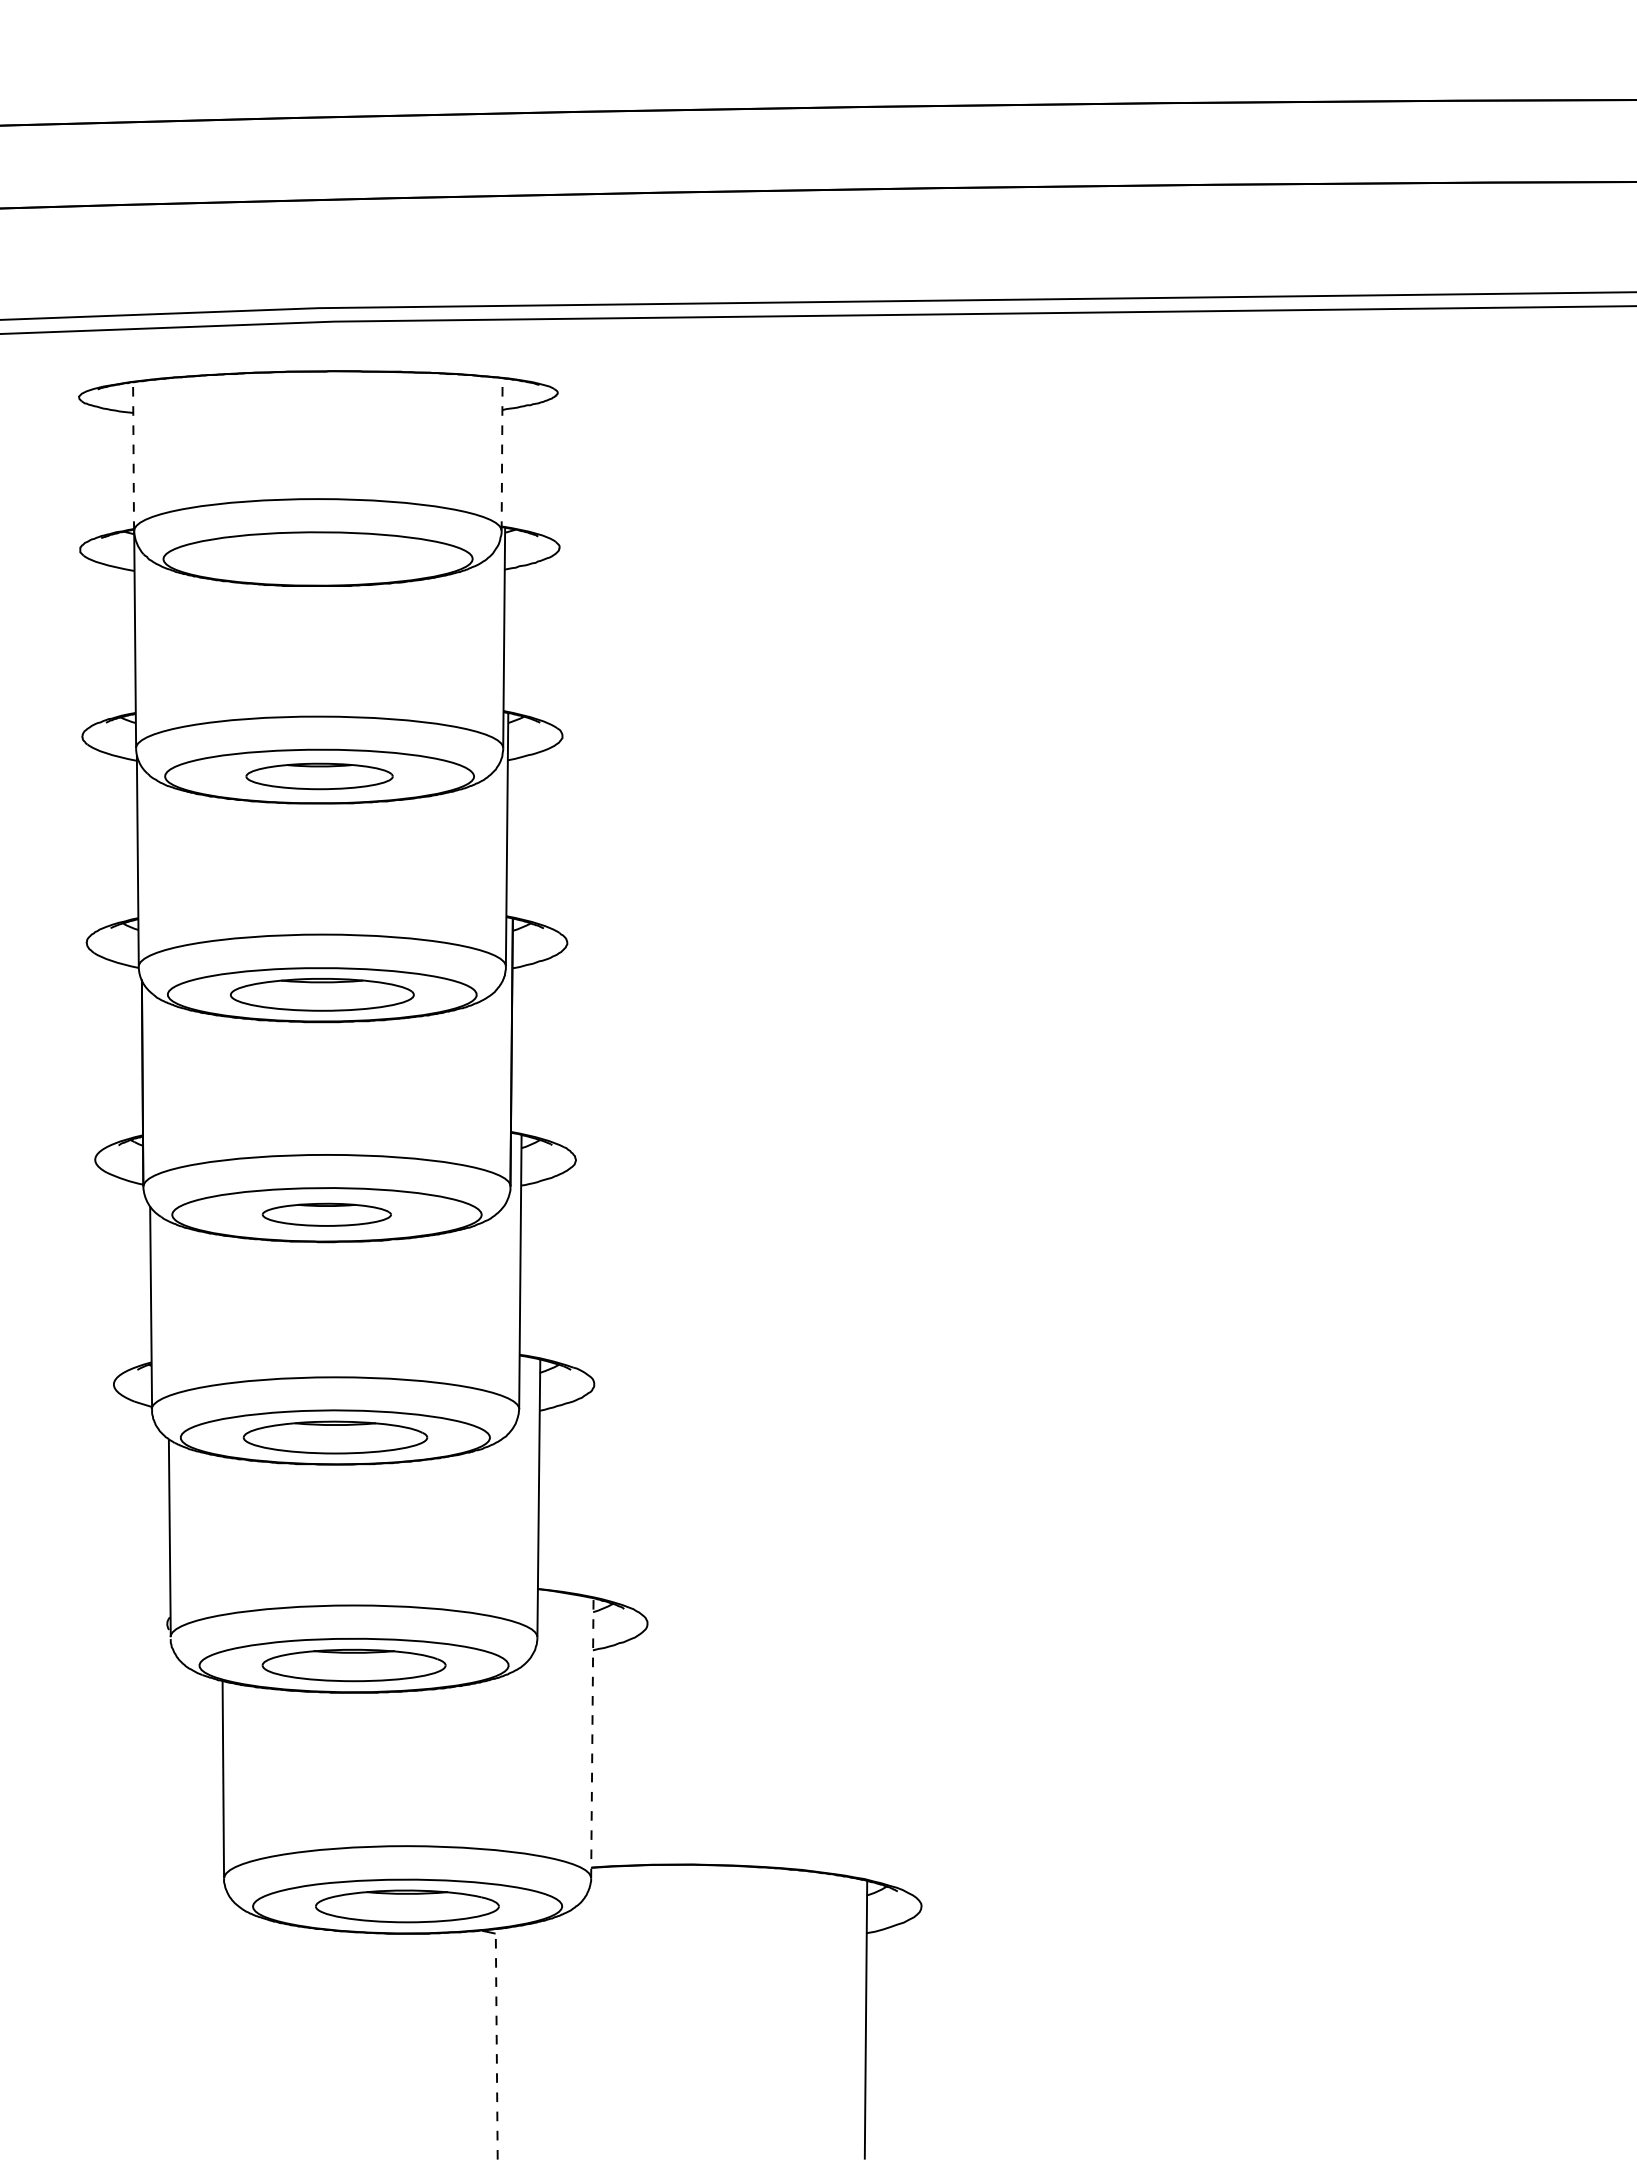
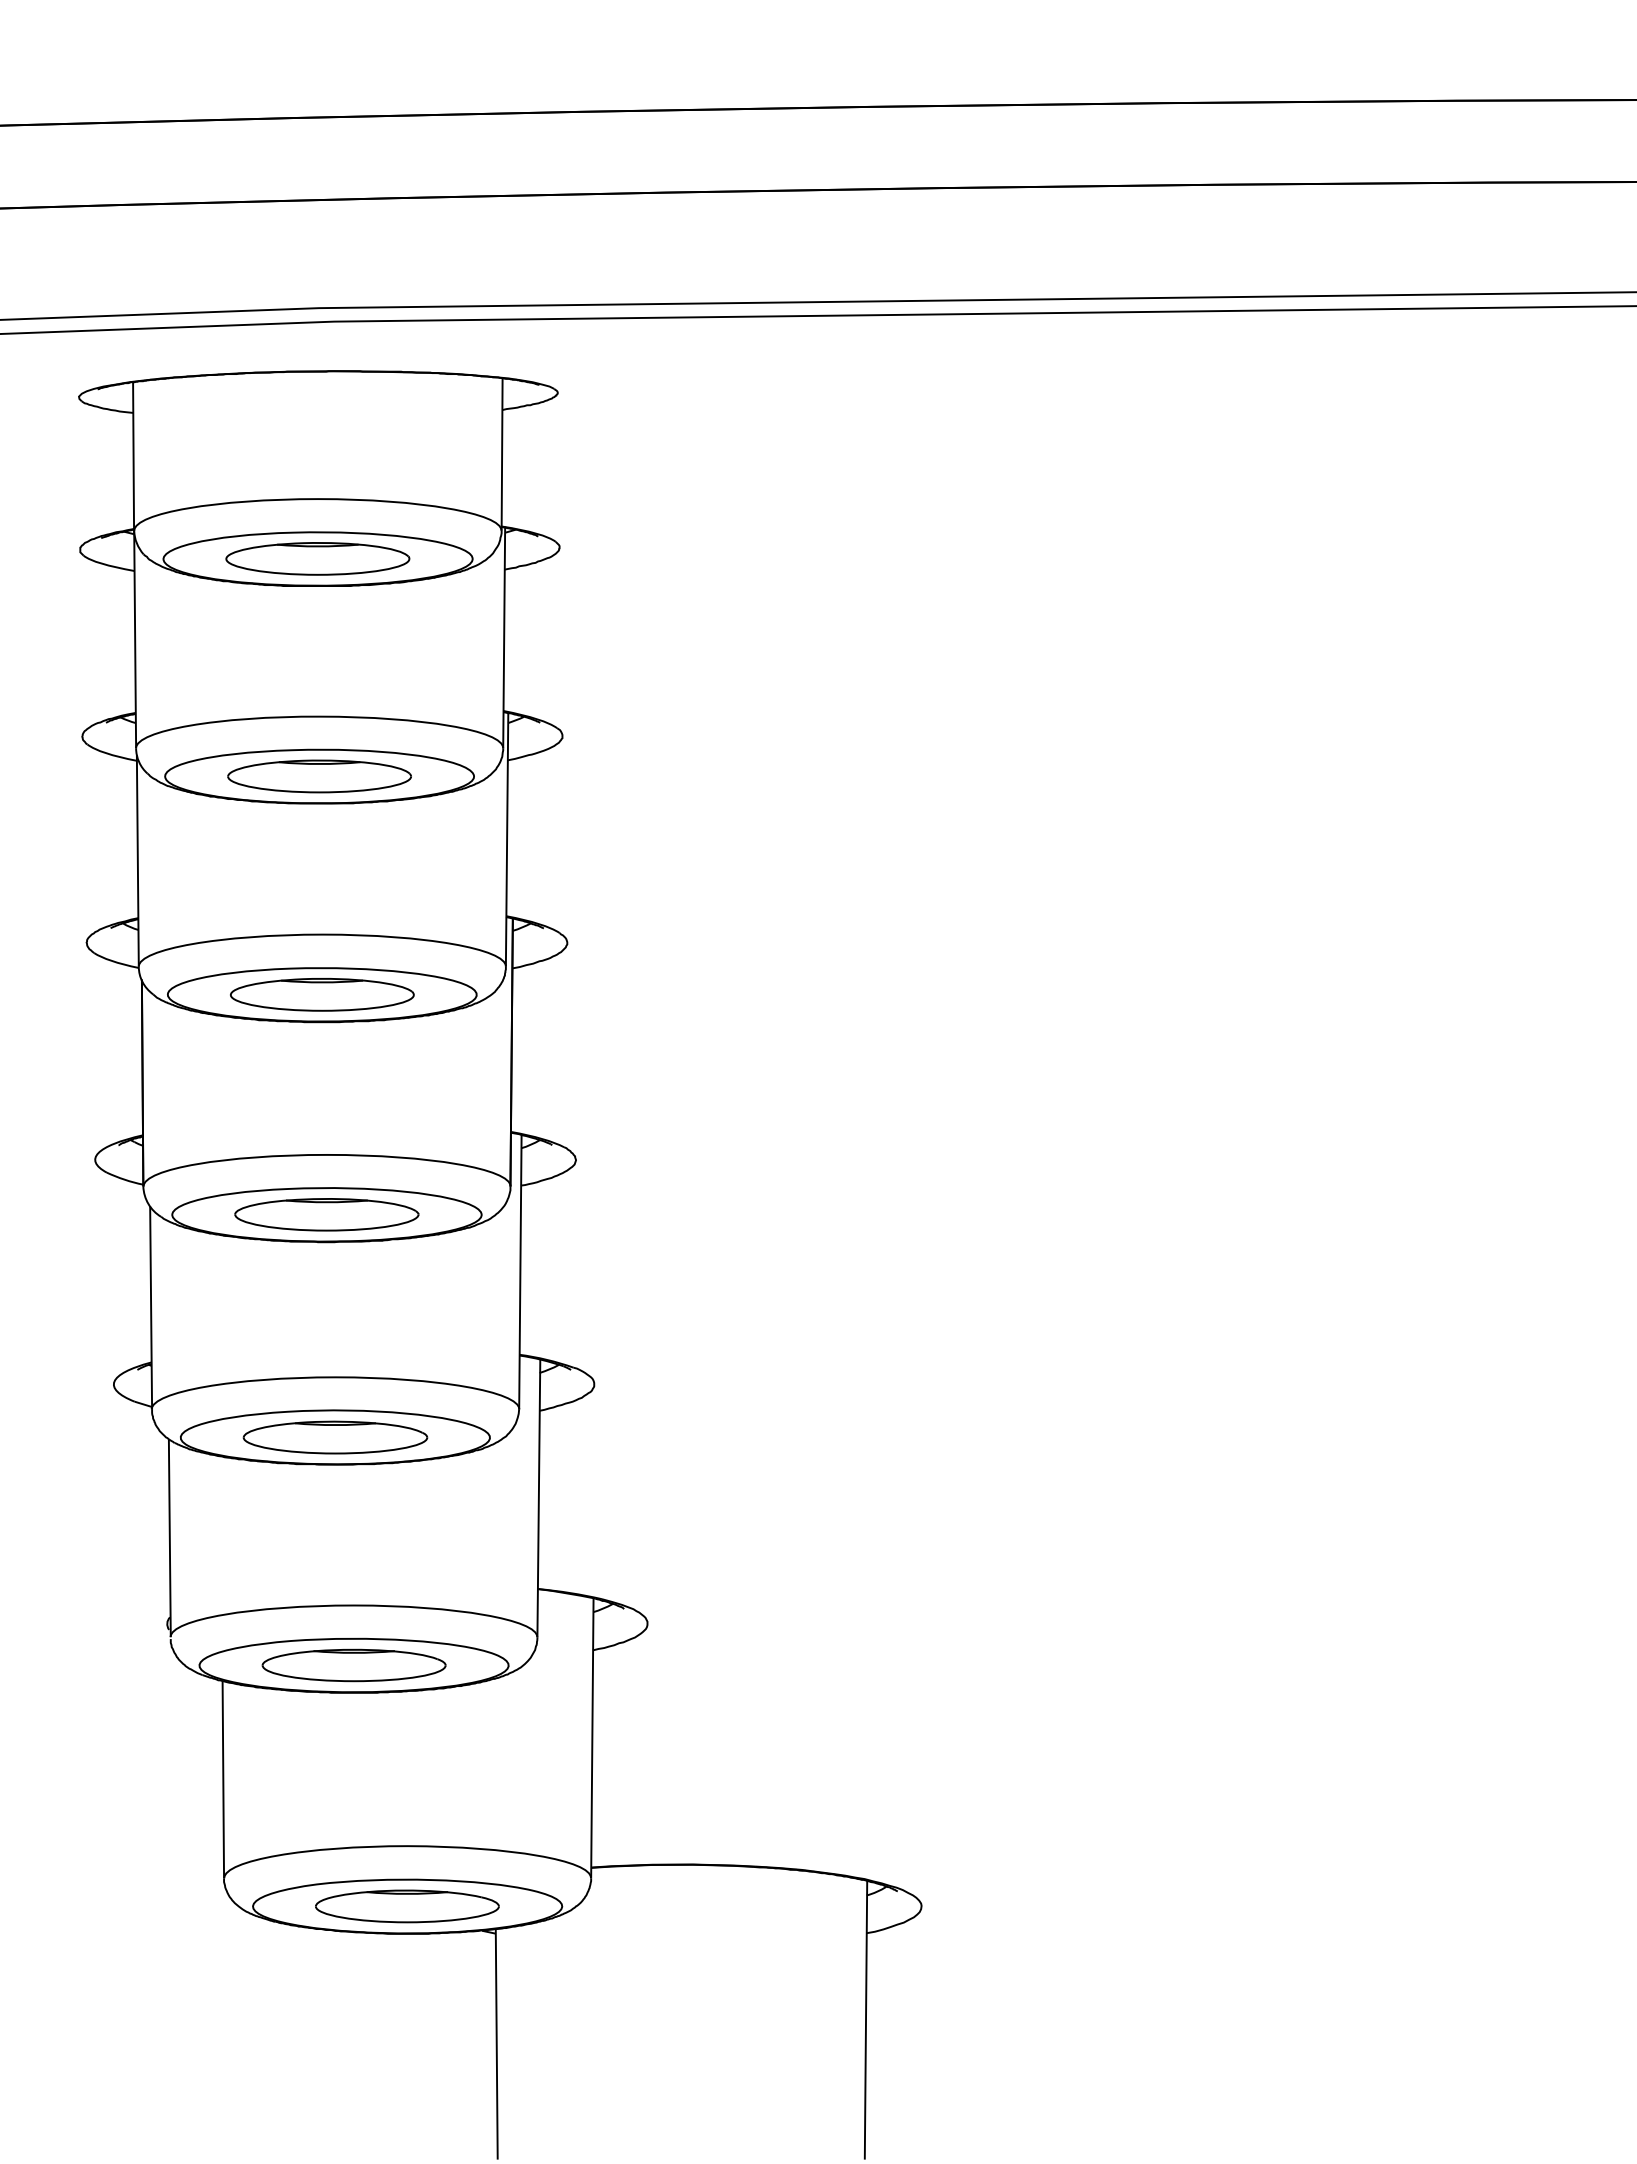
line at (502, 454): dashed -> solid
line at (133, 456): dashed -> solid
part at (317, 558): none -> present
part at (319, 776) size: 149x29 px -> 185x35 px
part at (326, 1214) size: 131x25 px -> 186x34 px
line at (592, 1738): dashed -> solid
line at (496, 2043): dashed -> solid
